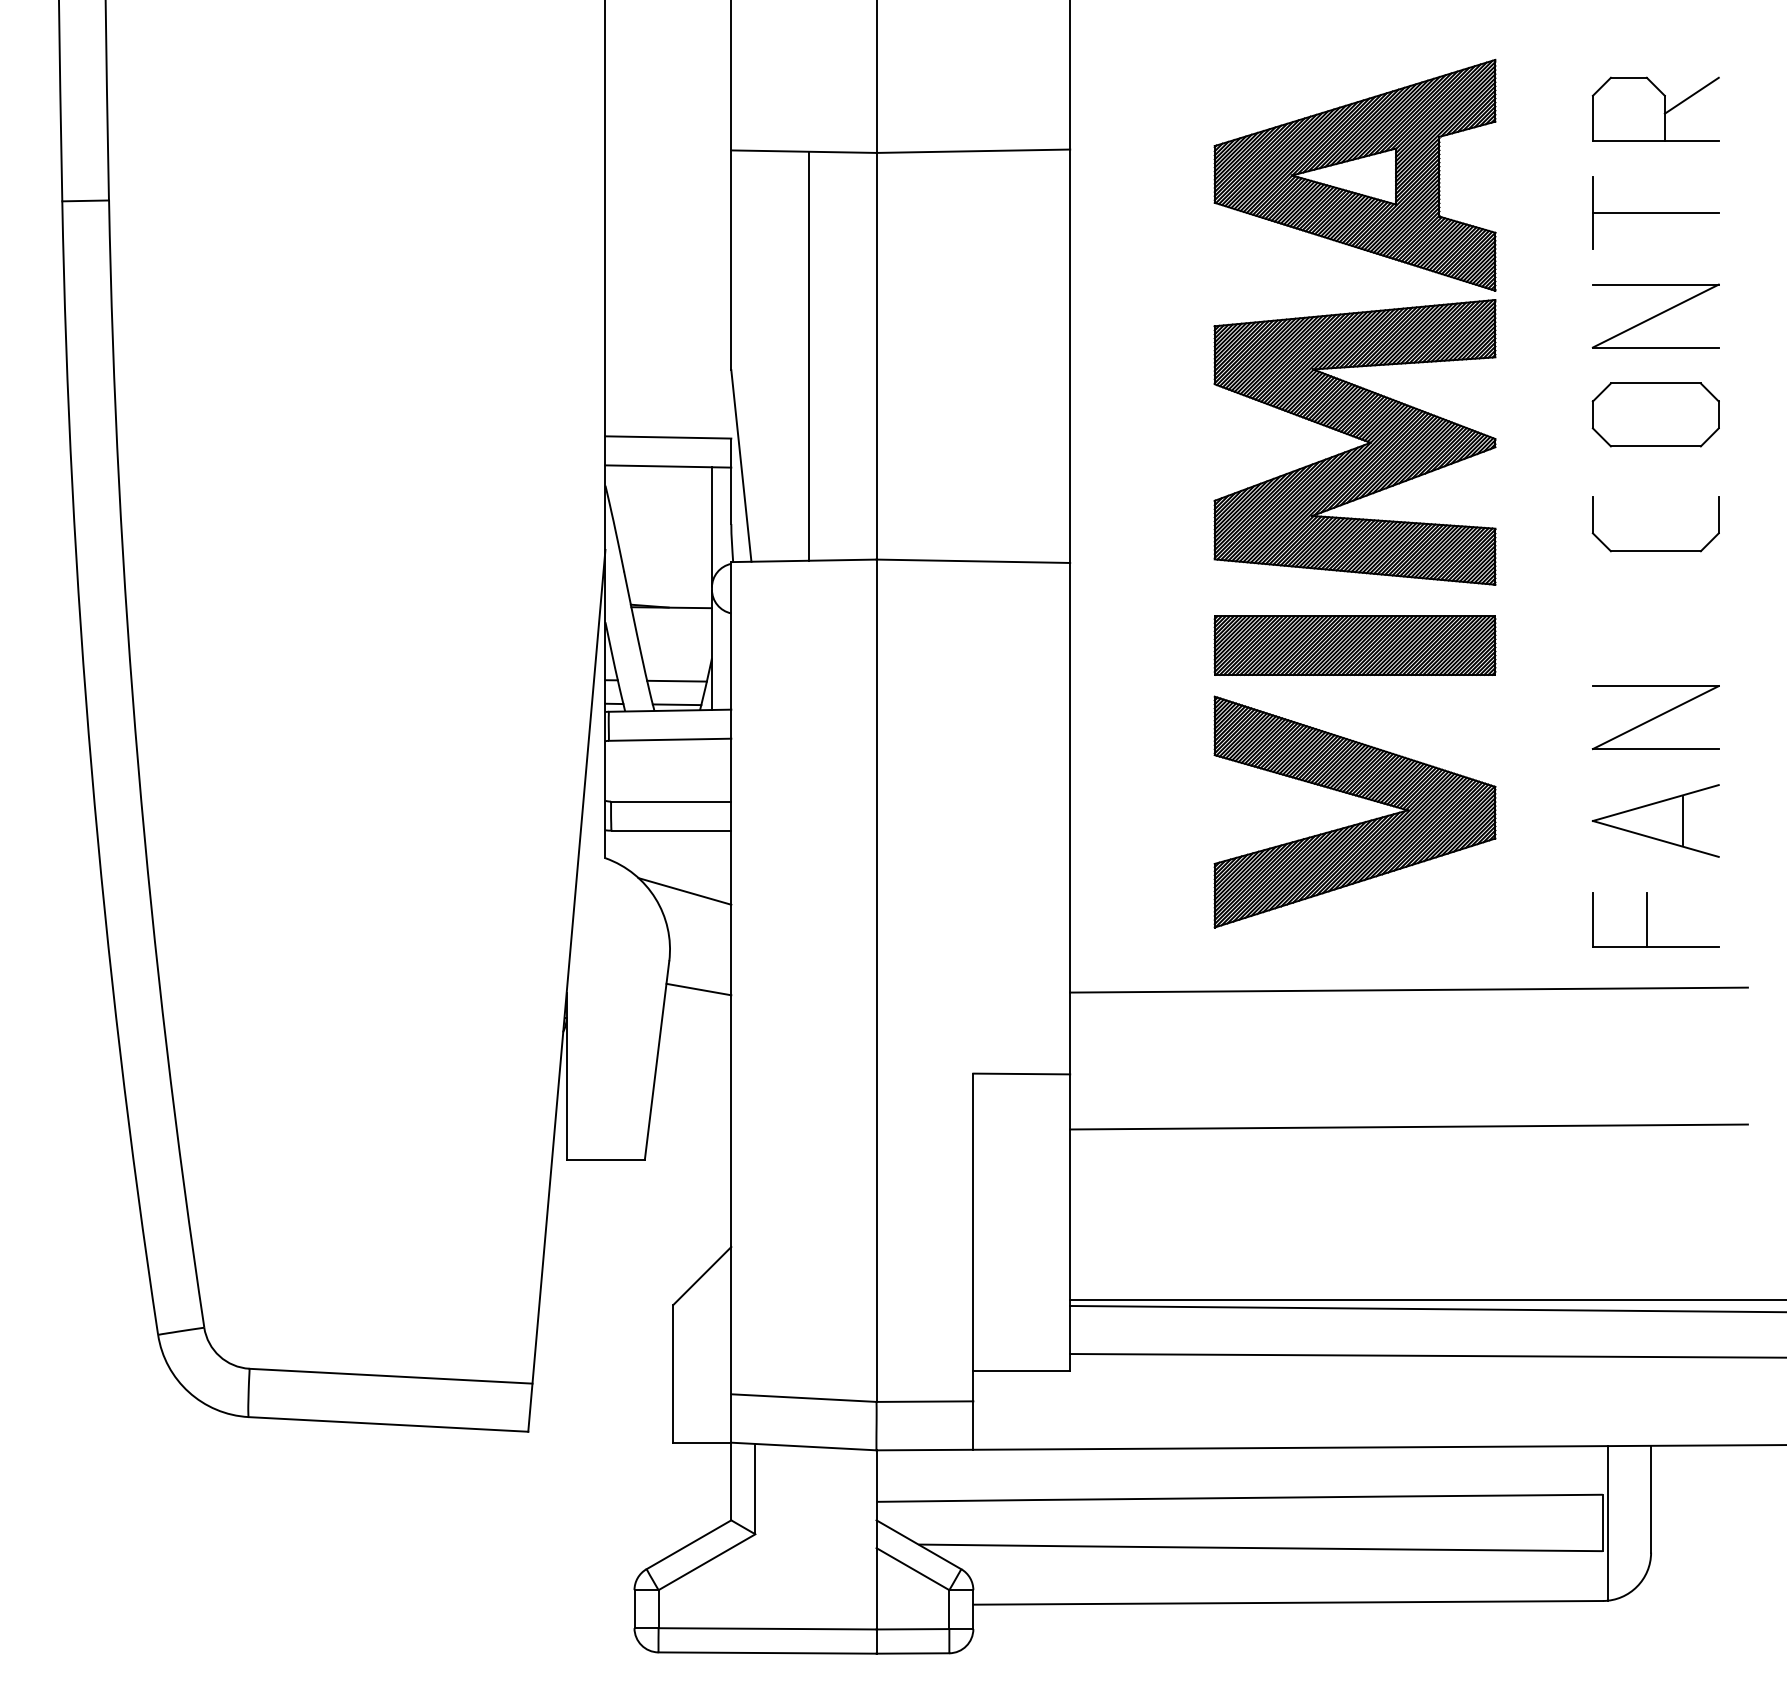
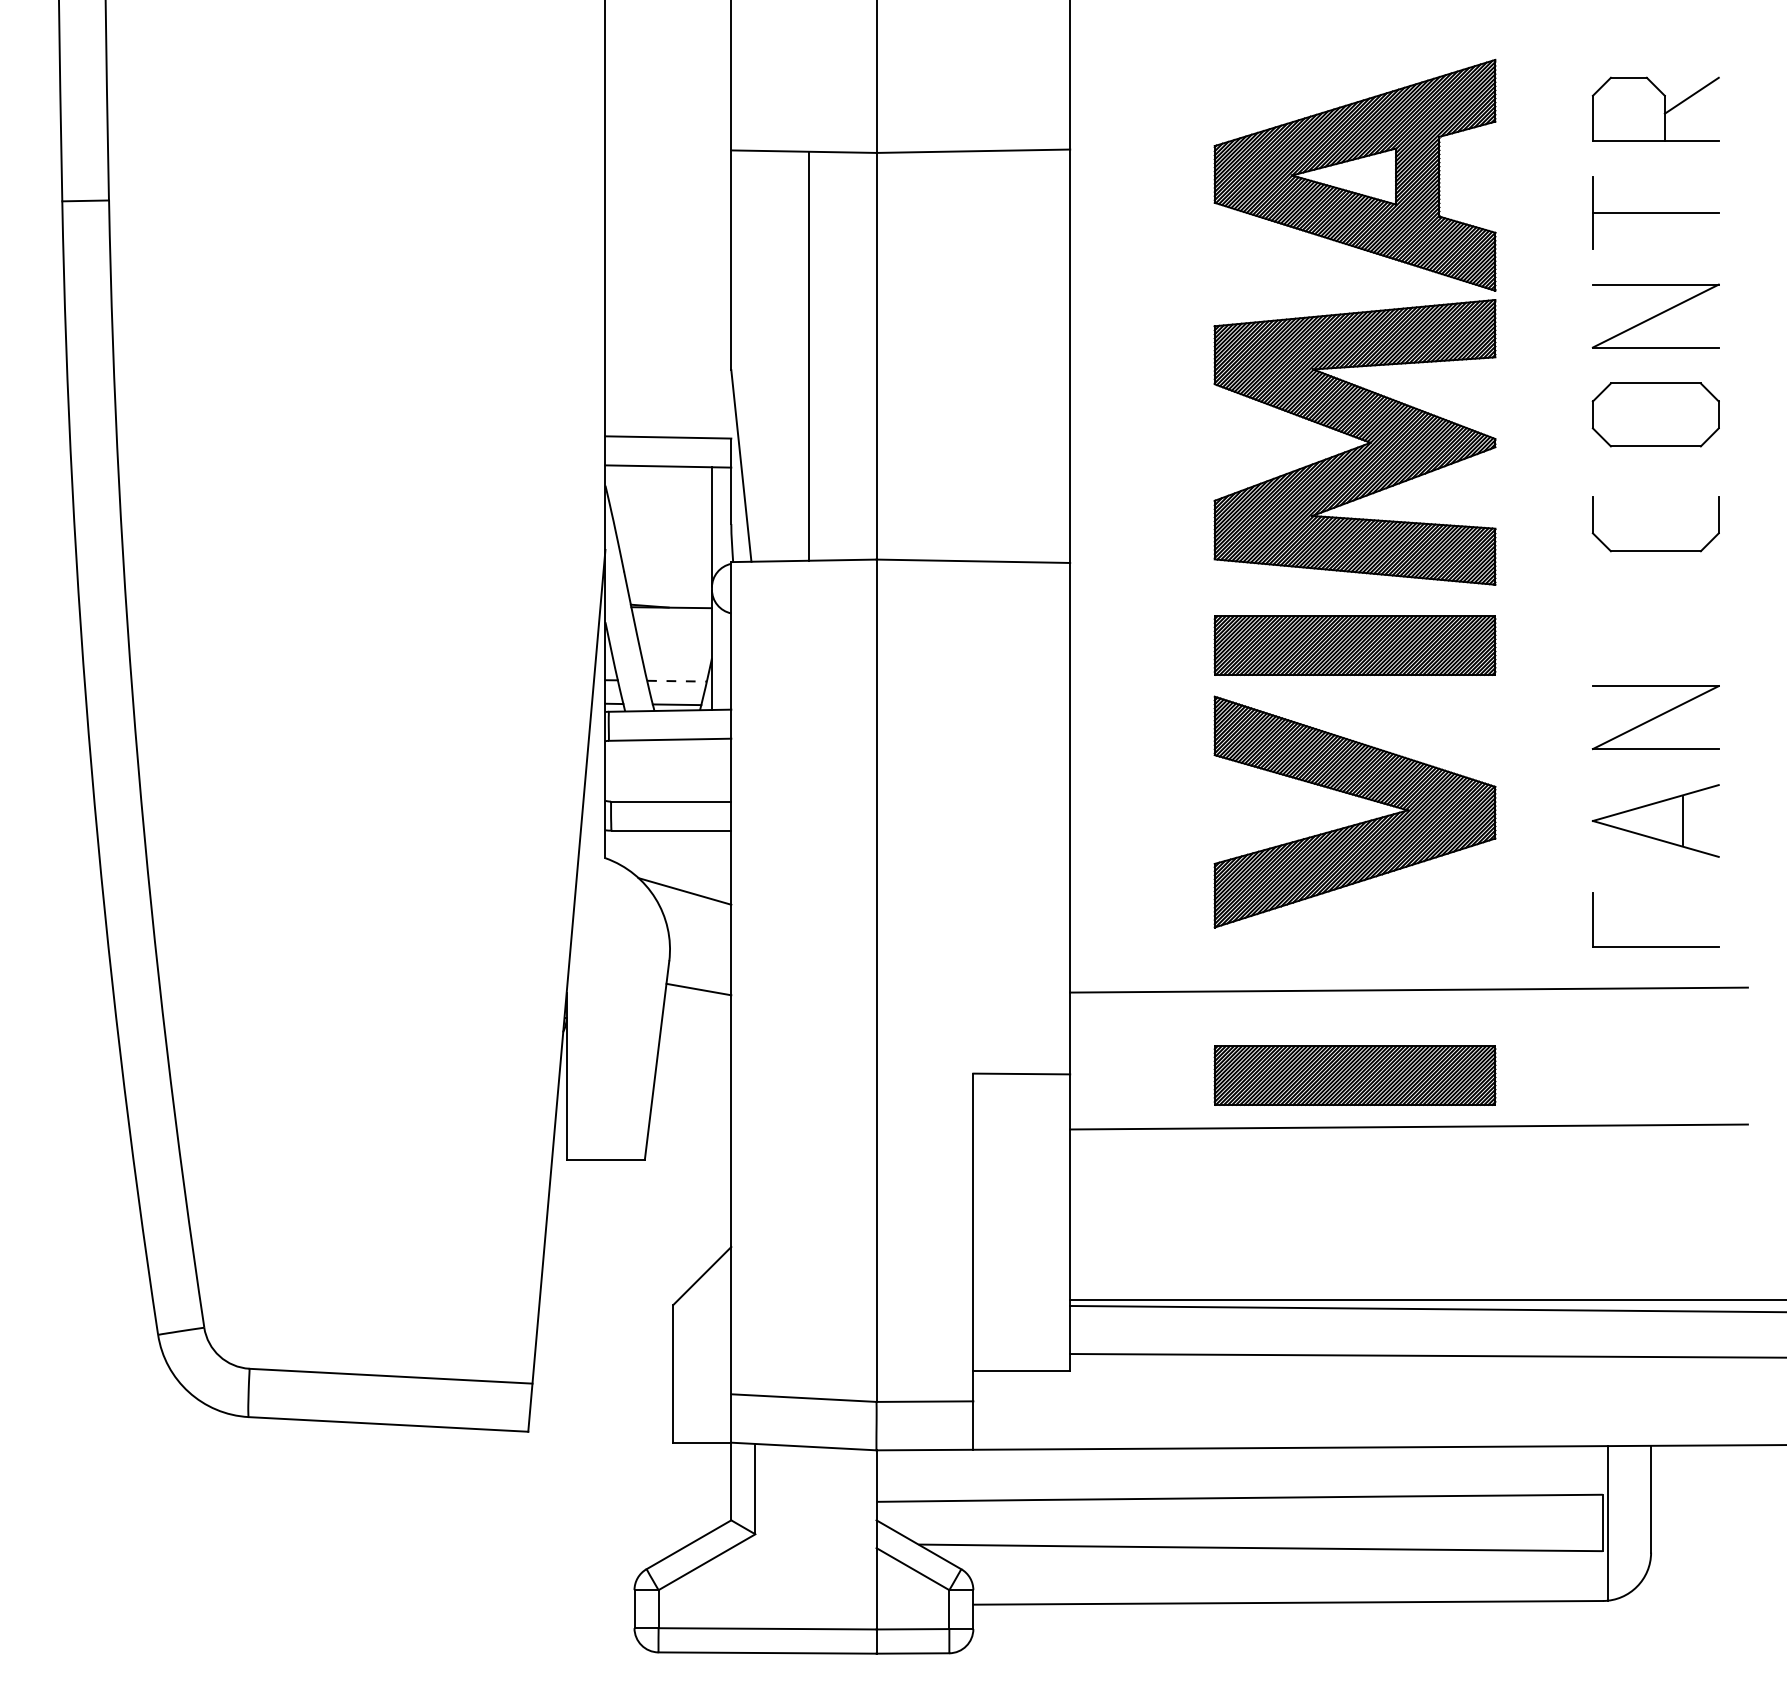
line at (677, 681): solid -> dashed
line at (1646, 919): present -> none
part at (1354, 1075): none -> present
